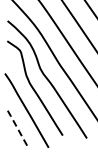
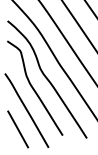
line at (18, 129): dashed -> solid
